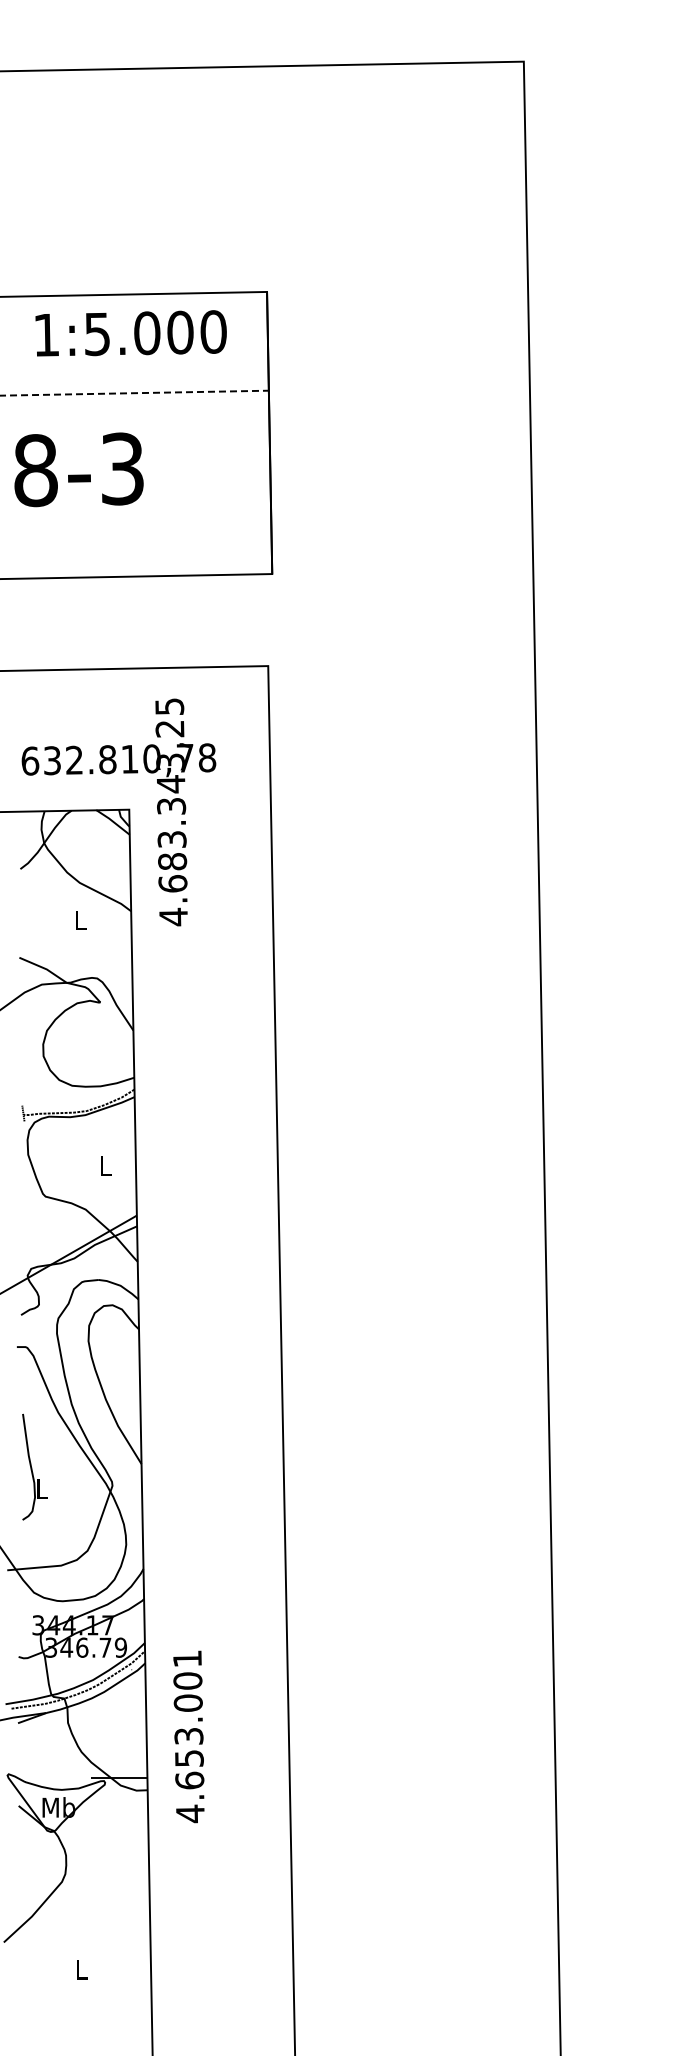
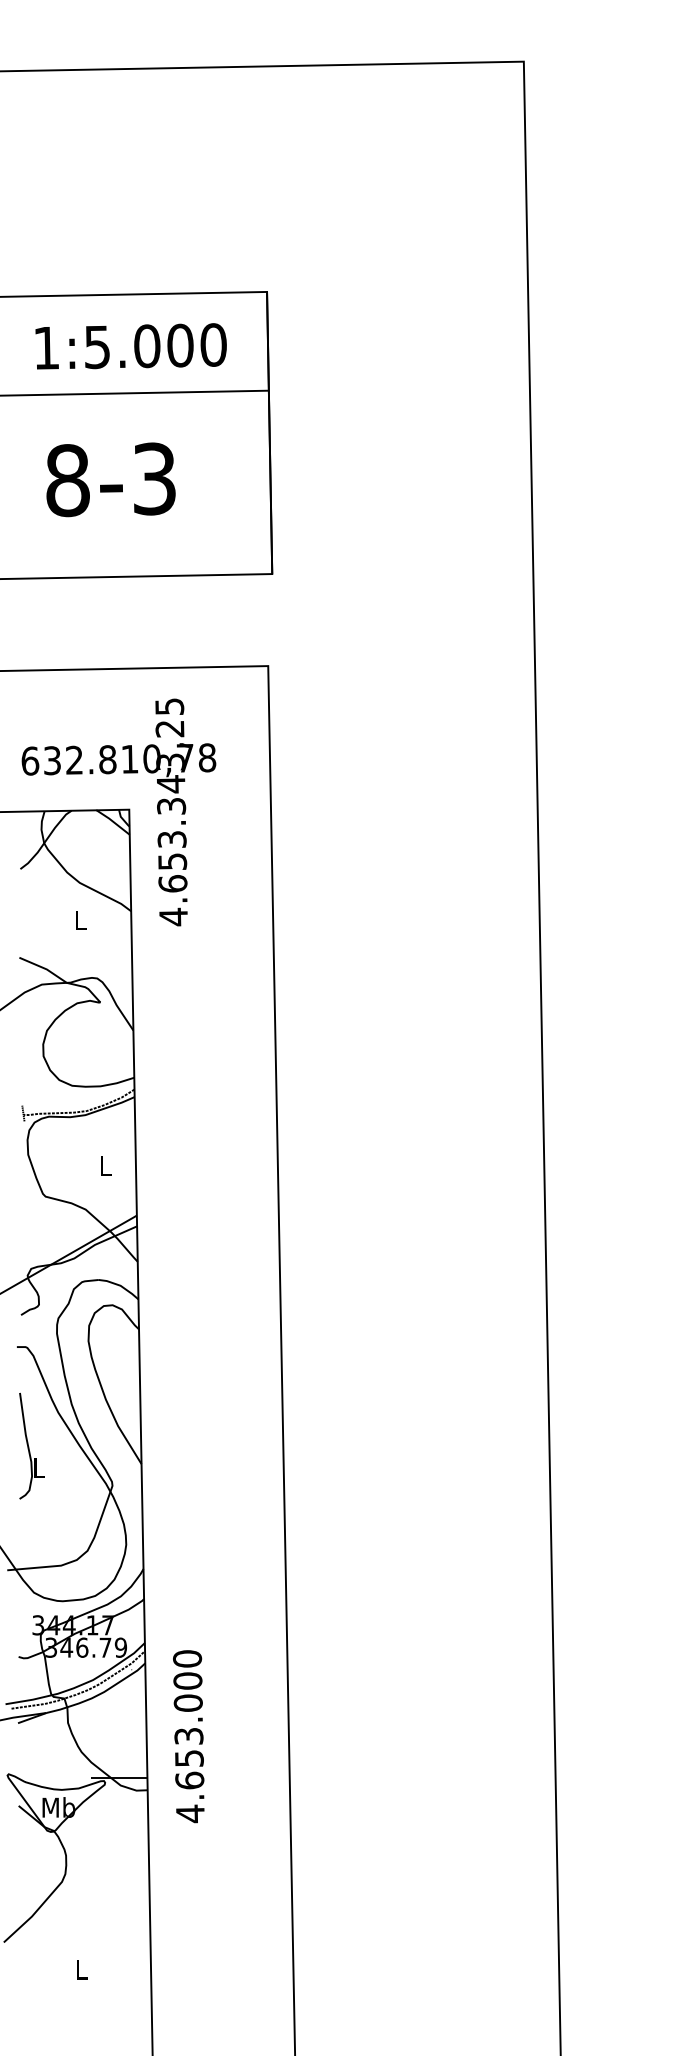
text at (130, 333) position: (130, 333) -> (130, 346)
line at (134, 393): dashed -> solid
text at (78, 469) position: (78, 469) -> (110, 479)
text at (172, 861): 4.683.343,25 -> 4.653.343,25
part at (34, 1466) position: (34, 1466) -> (31, 1445)
text at (187, 1658): 4.653.001 -> 4.653.000
